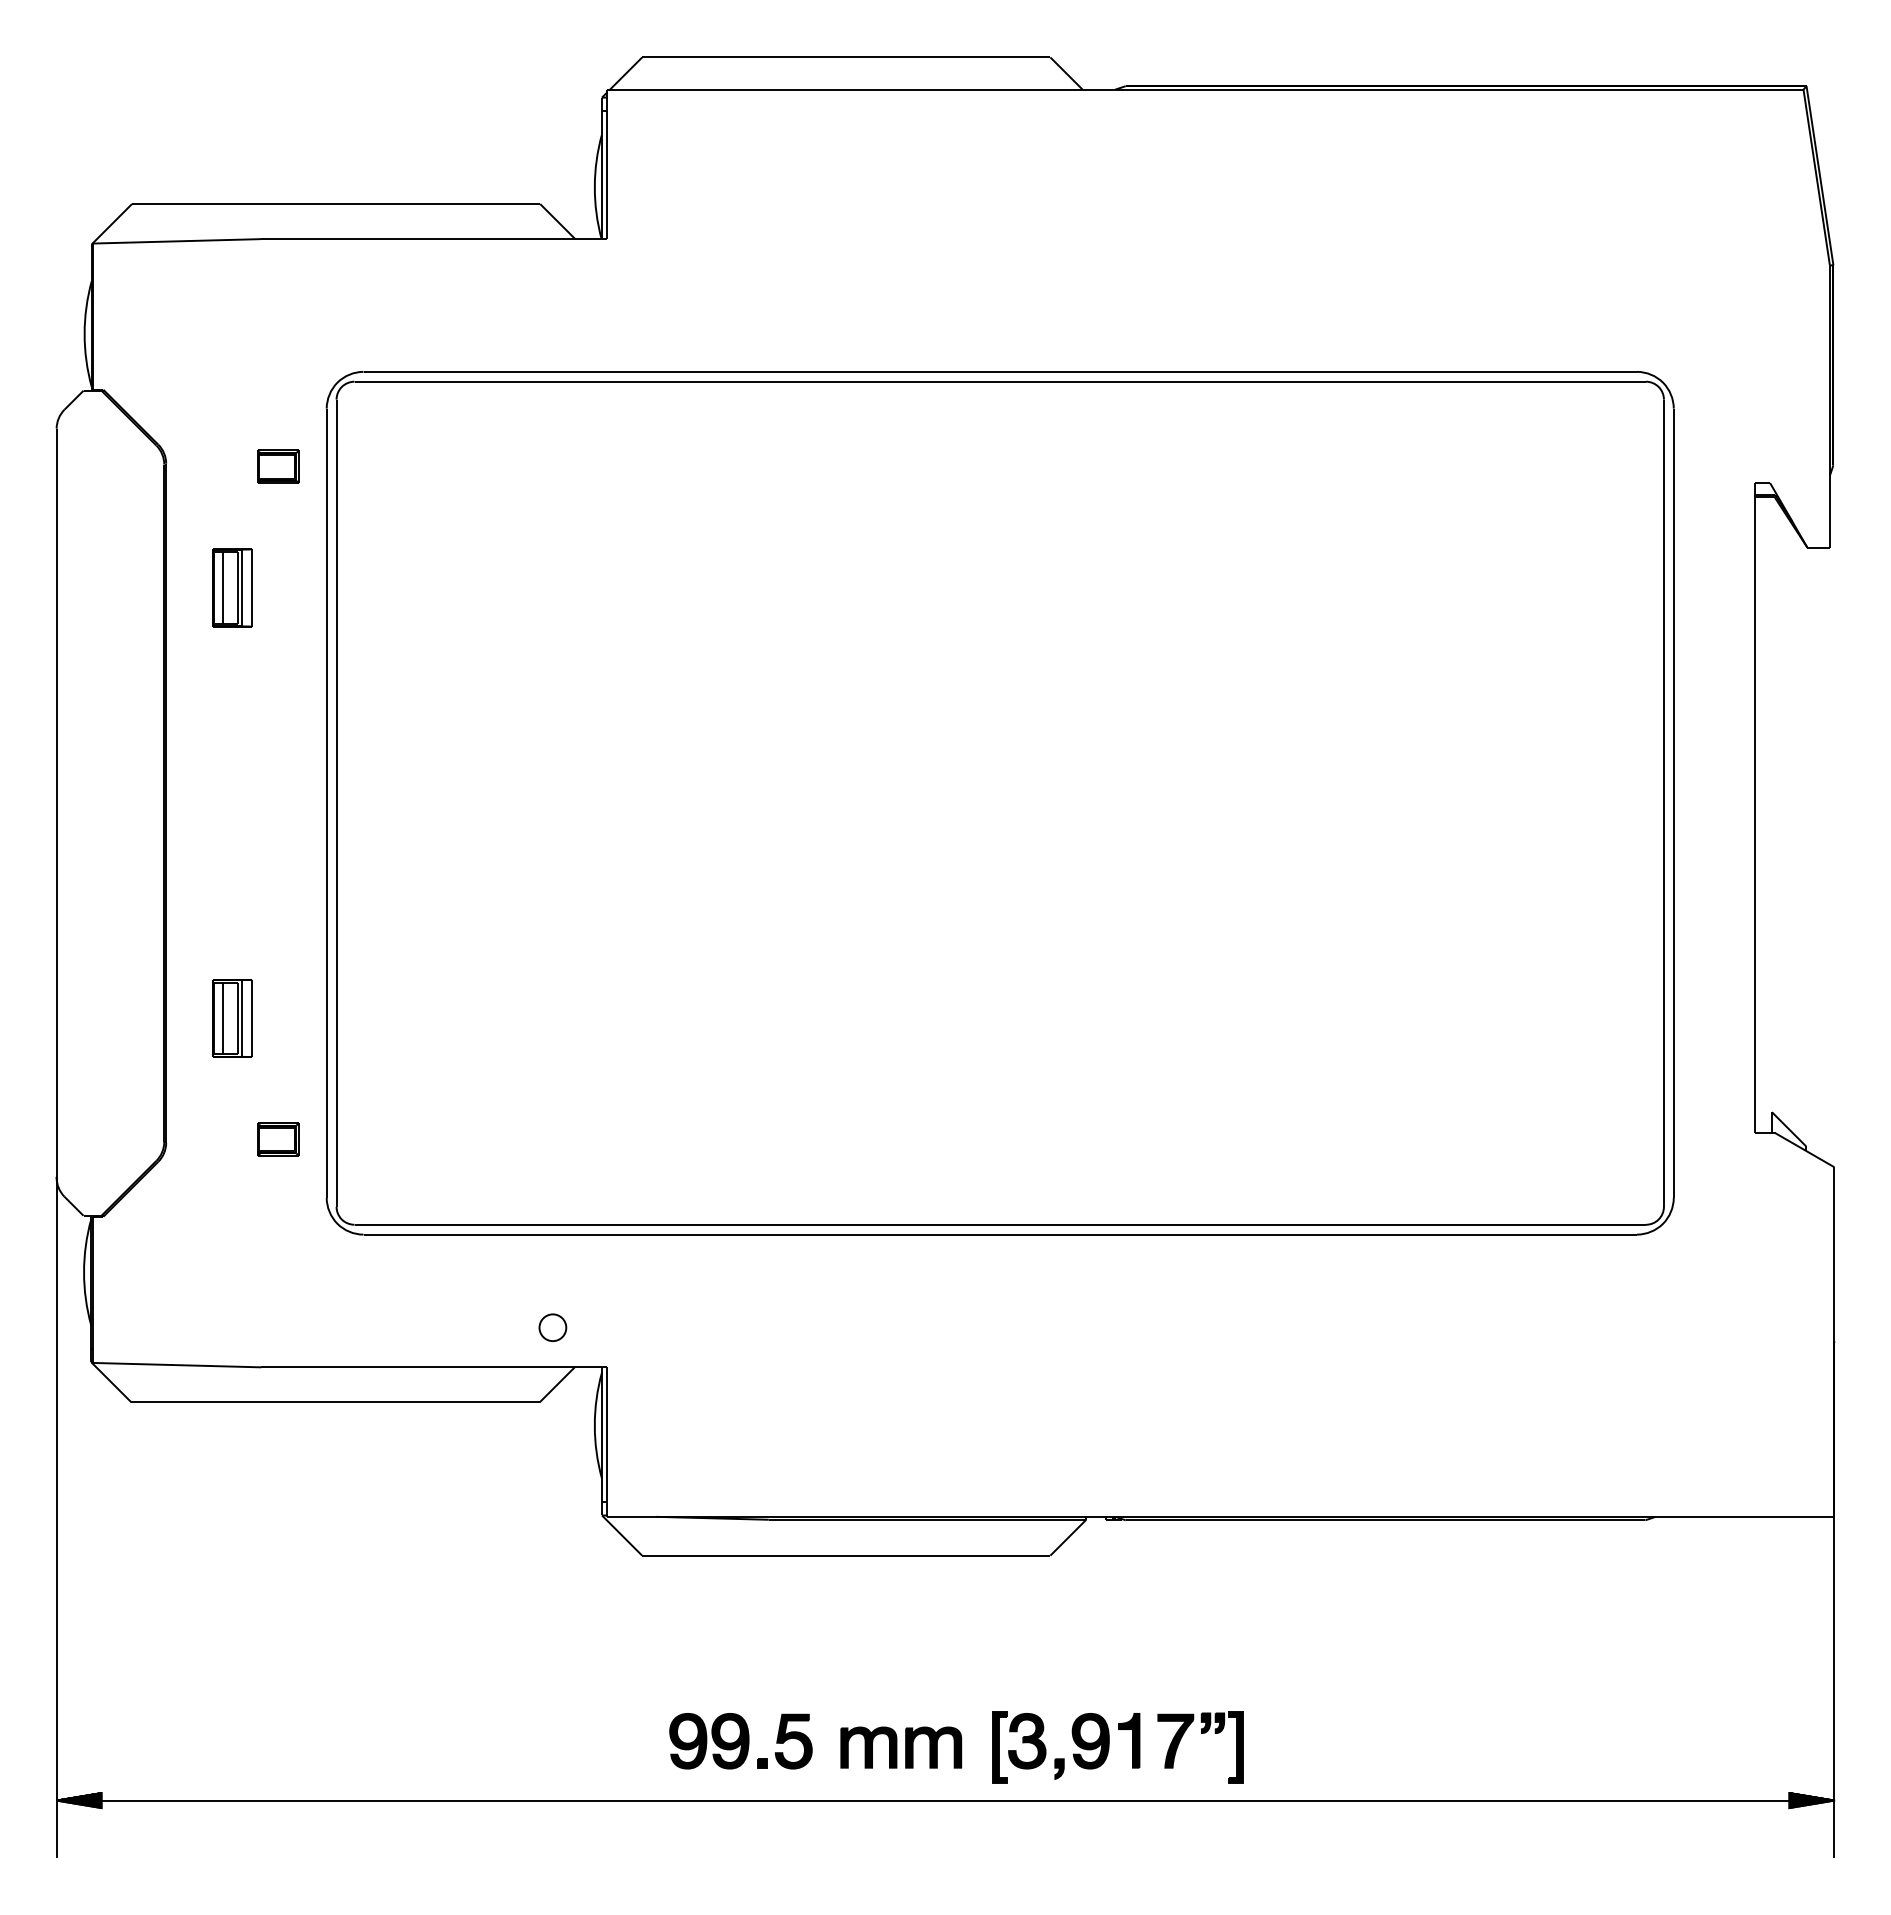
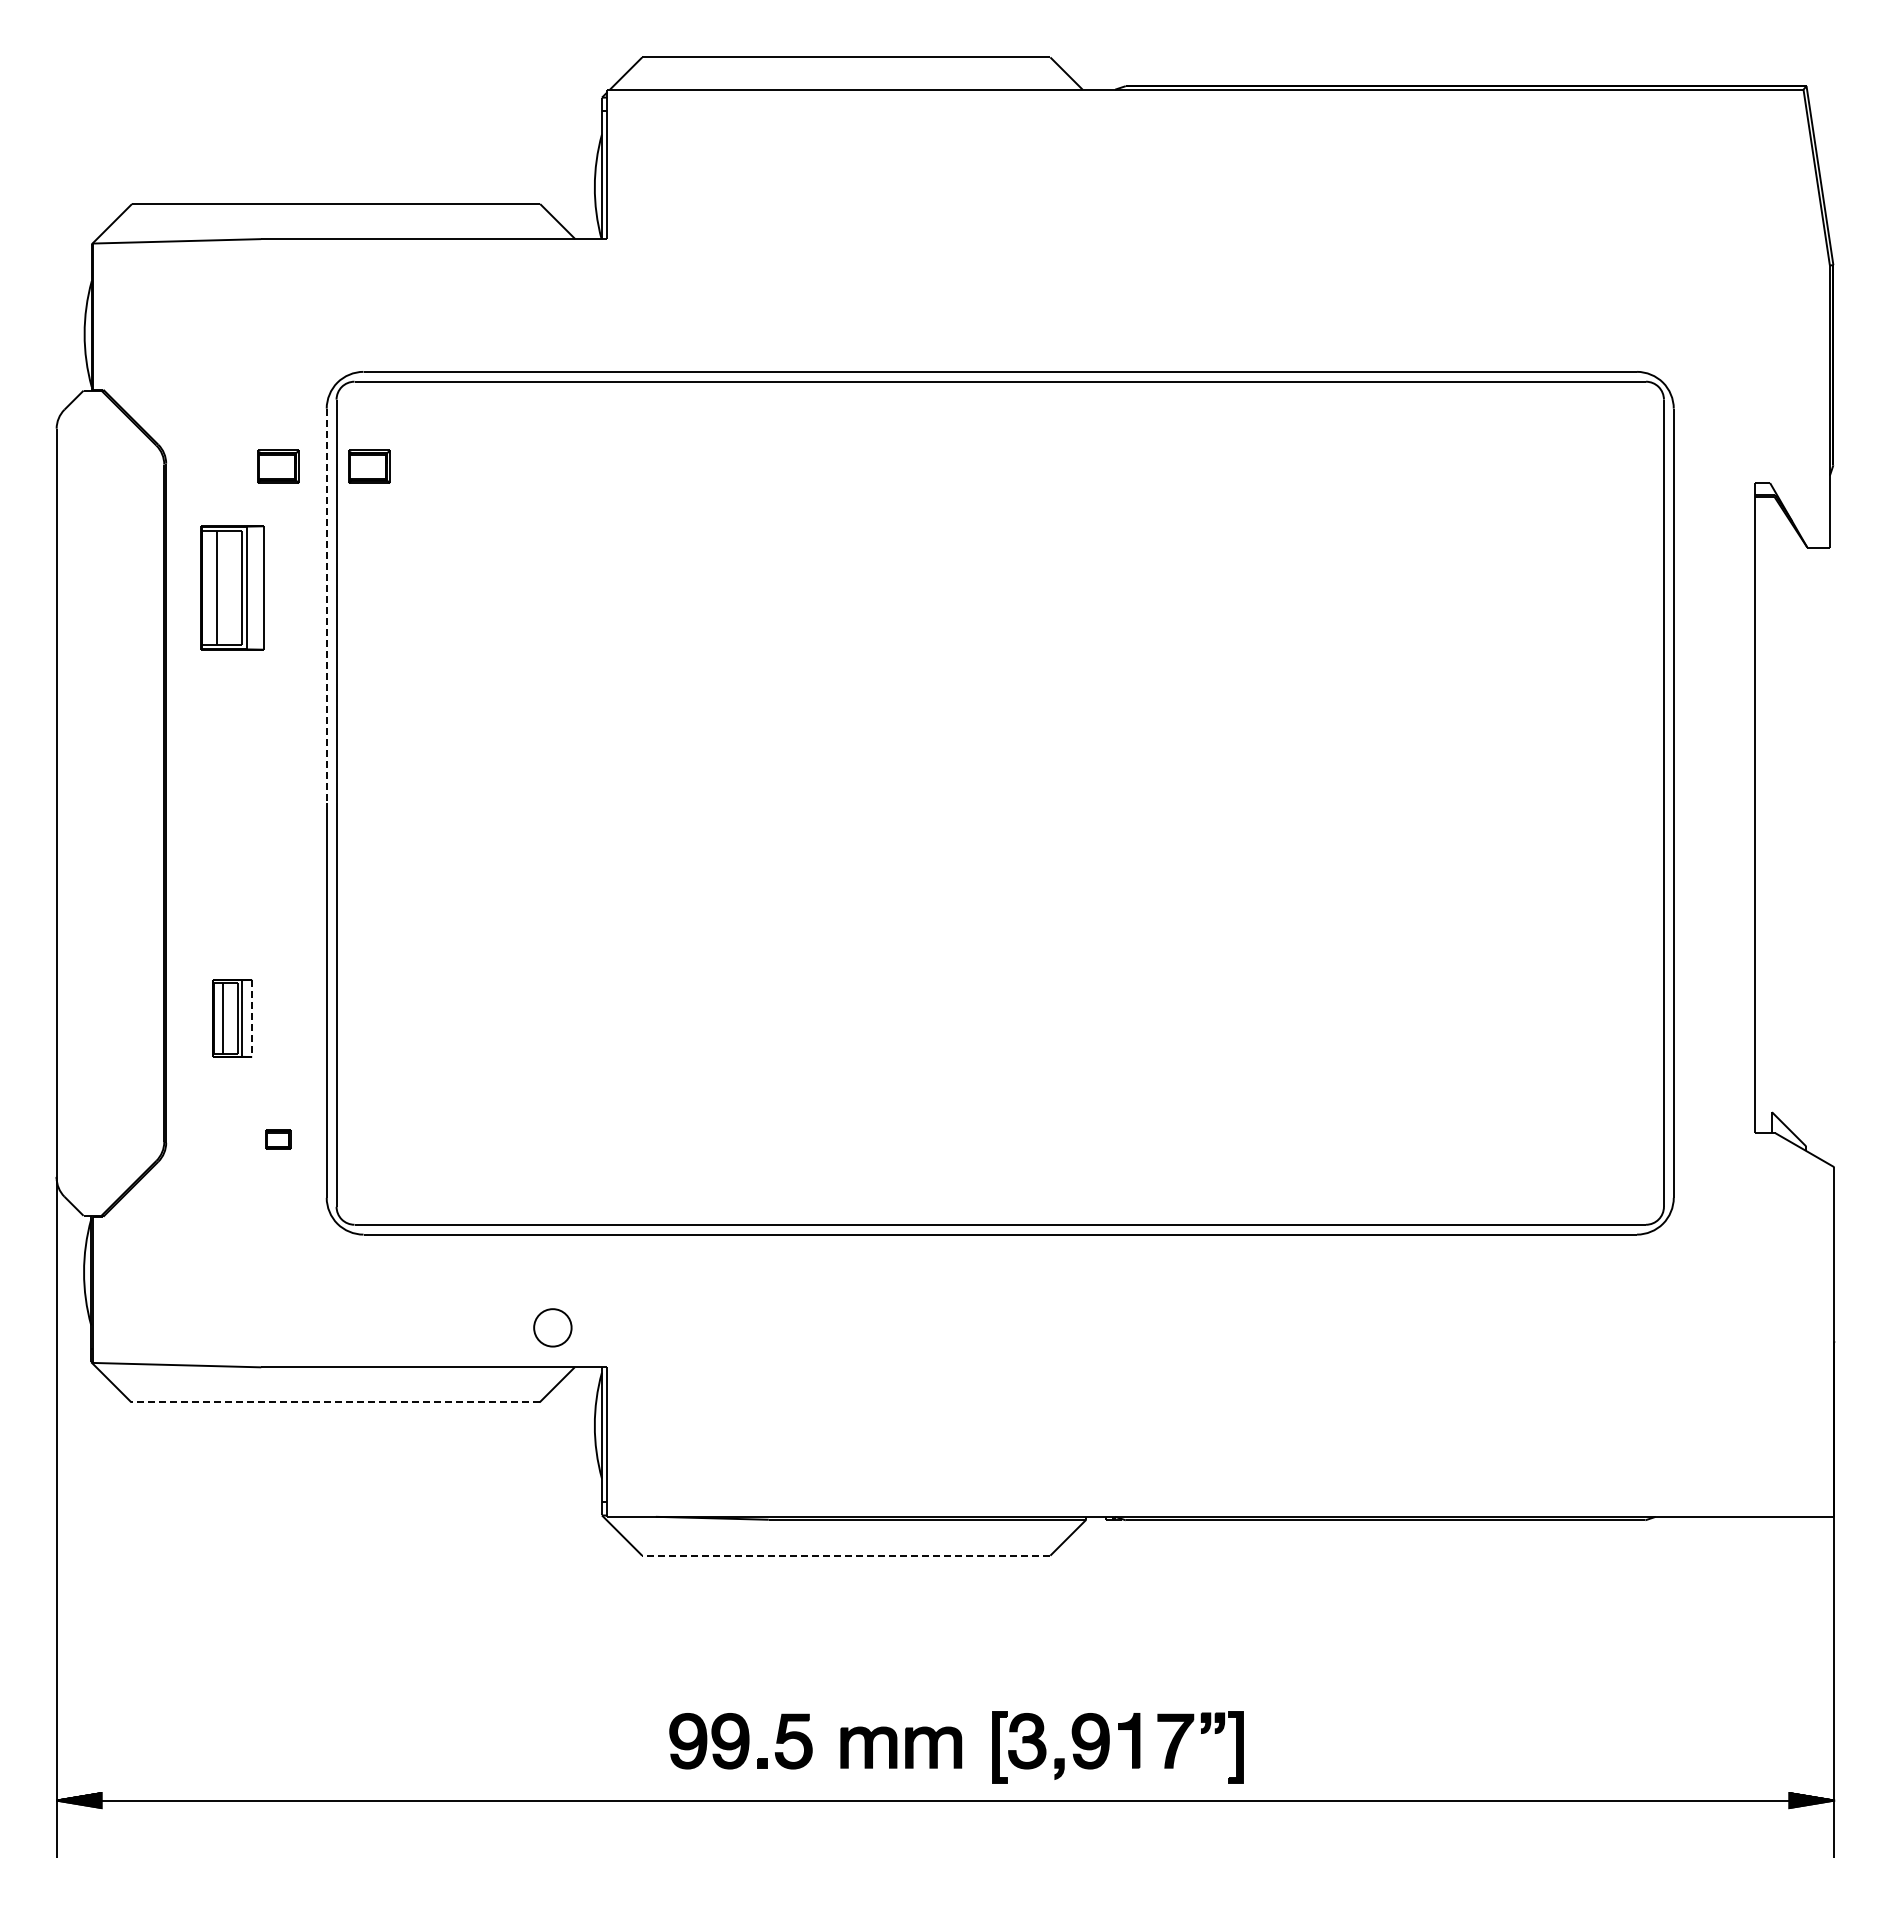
part at (369, 466): none -> present
part at (232, 587) size: 41x80 px -> 65x126 px
line at (326, 606): solid -> dashed
line at (252, 1018): solid -> dashed
part at (278, 1139) size: 43x35 px -> 27x21 px
part at (552, 1327) size: 30x29 px -> 40x40 px
line at (335, 1402): solid -> dashed
line at (845, 1555): solid -> dashed
